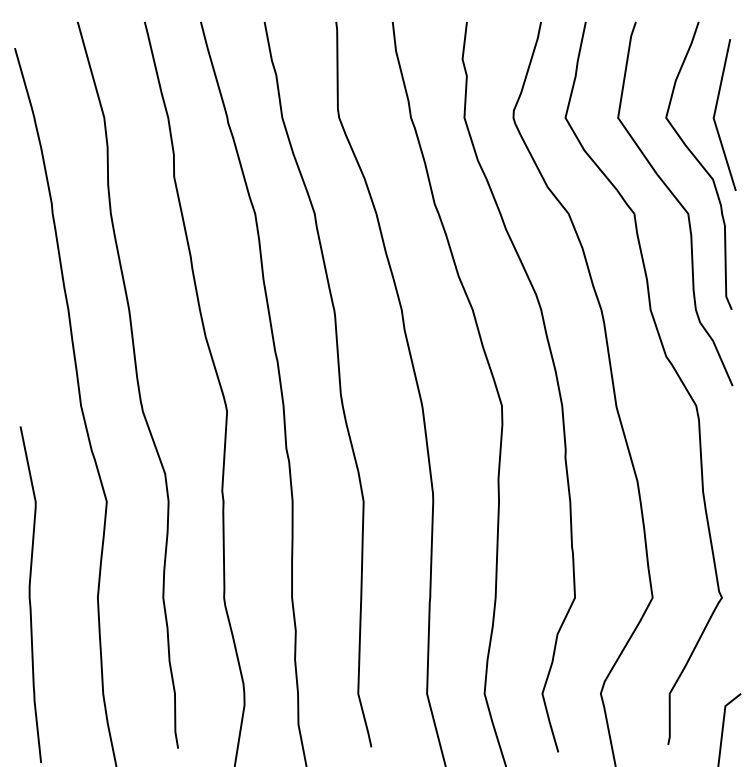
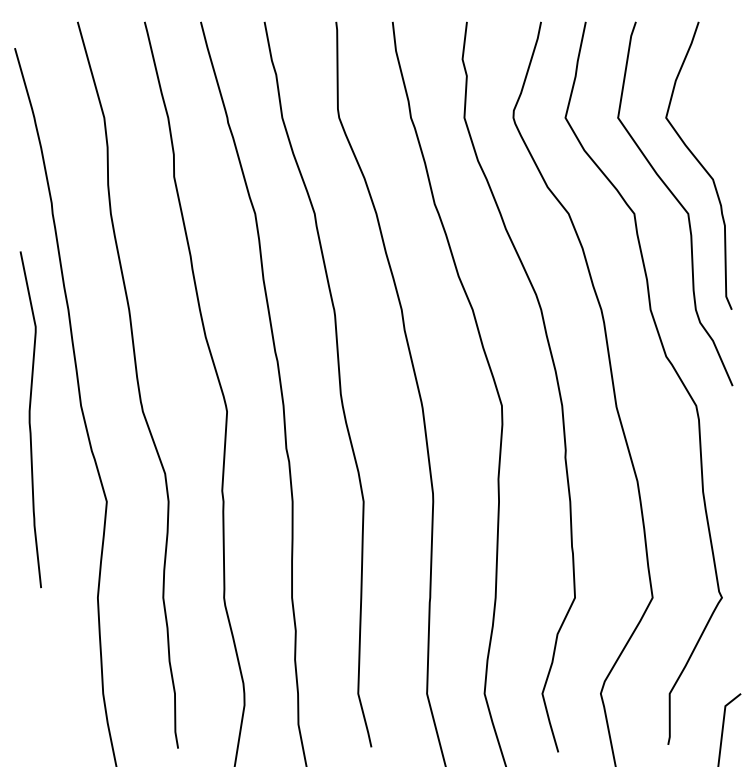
line at (716, 110): present -> none
curve at (30, 594) position: (30, 594) -> (30, 419)
